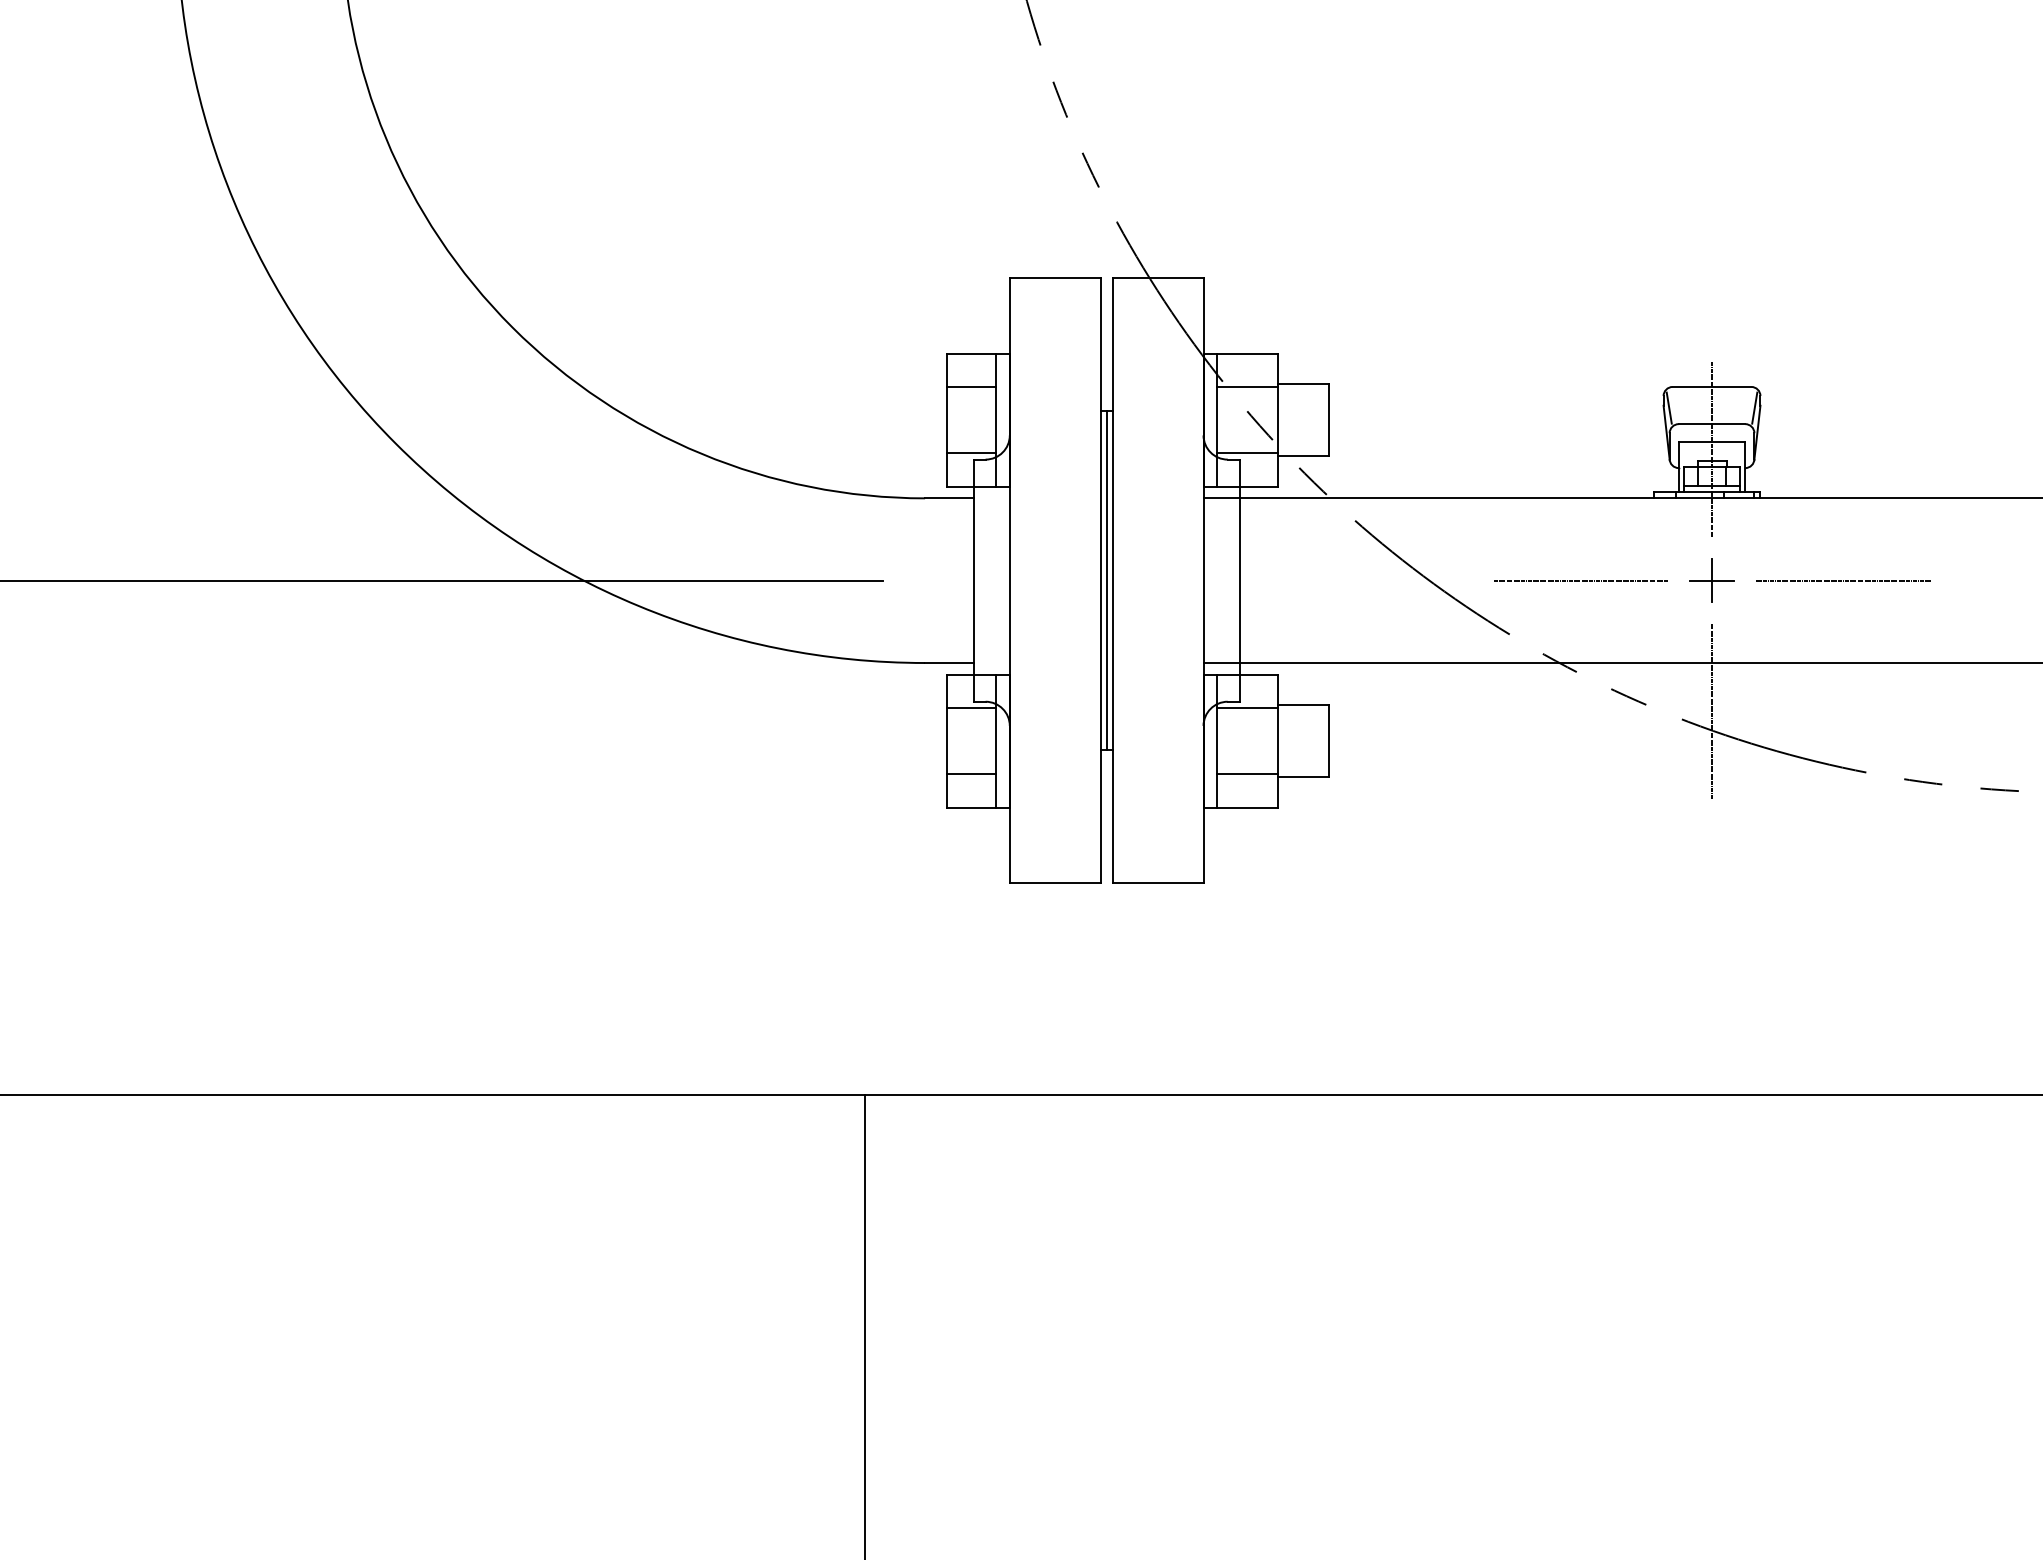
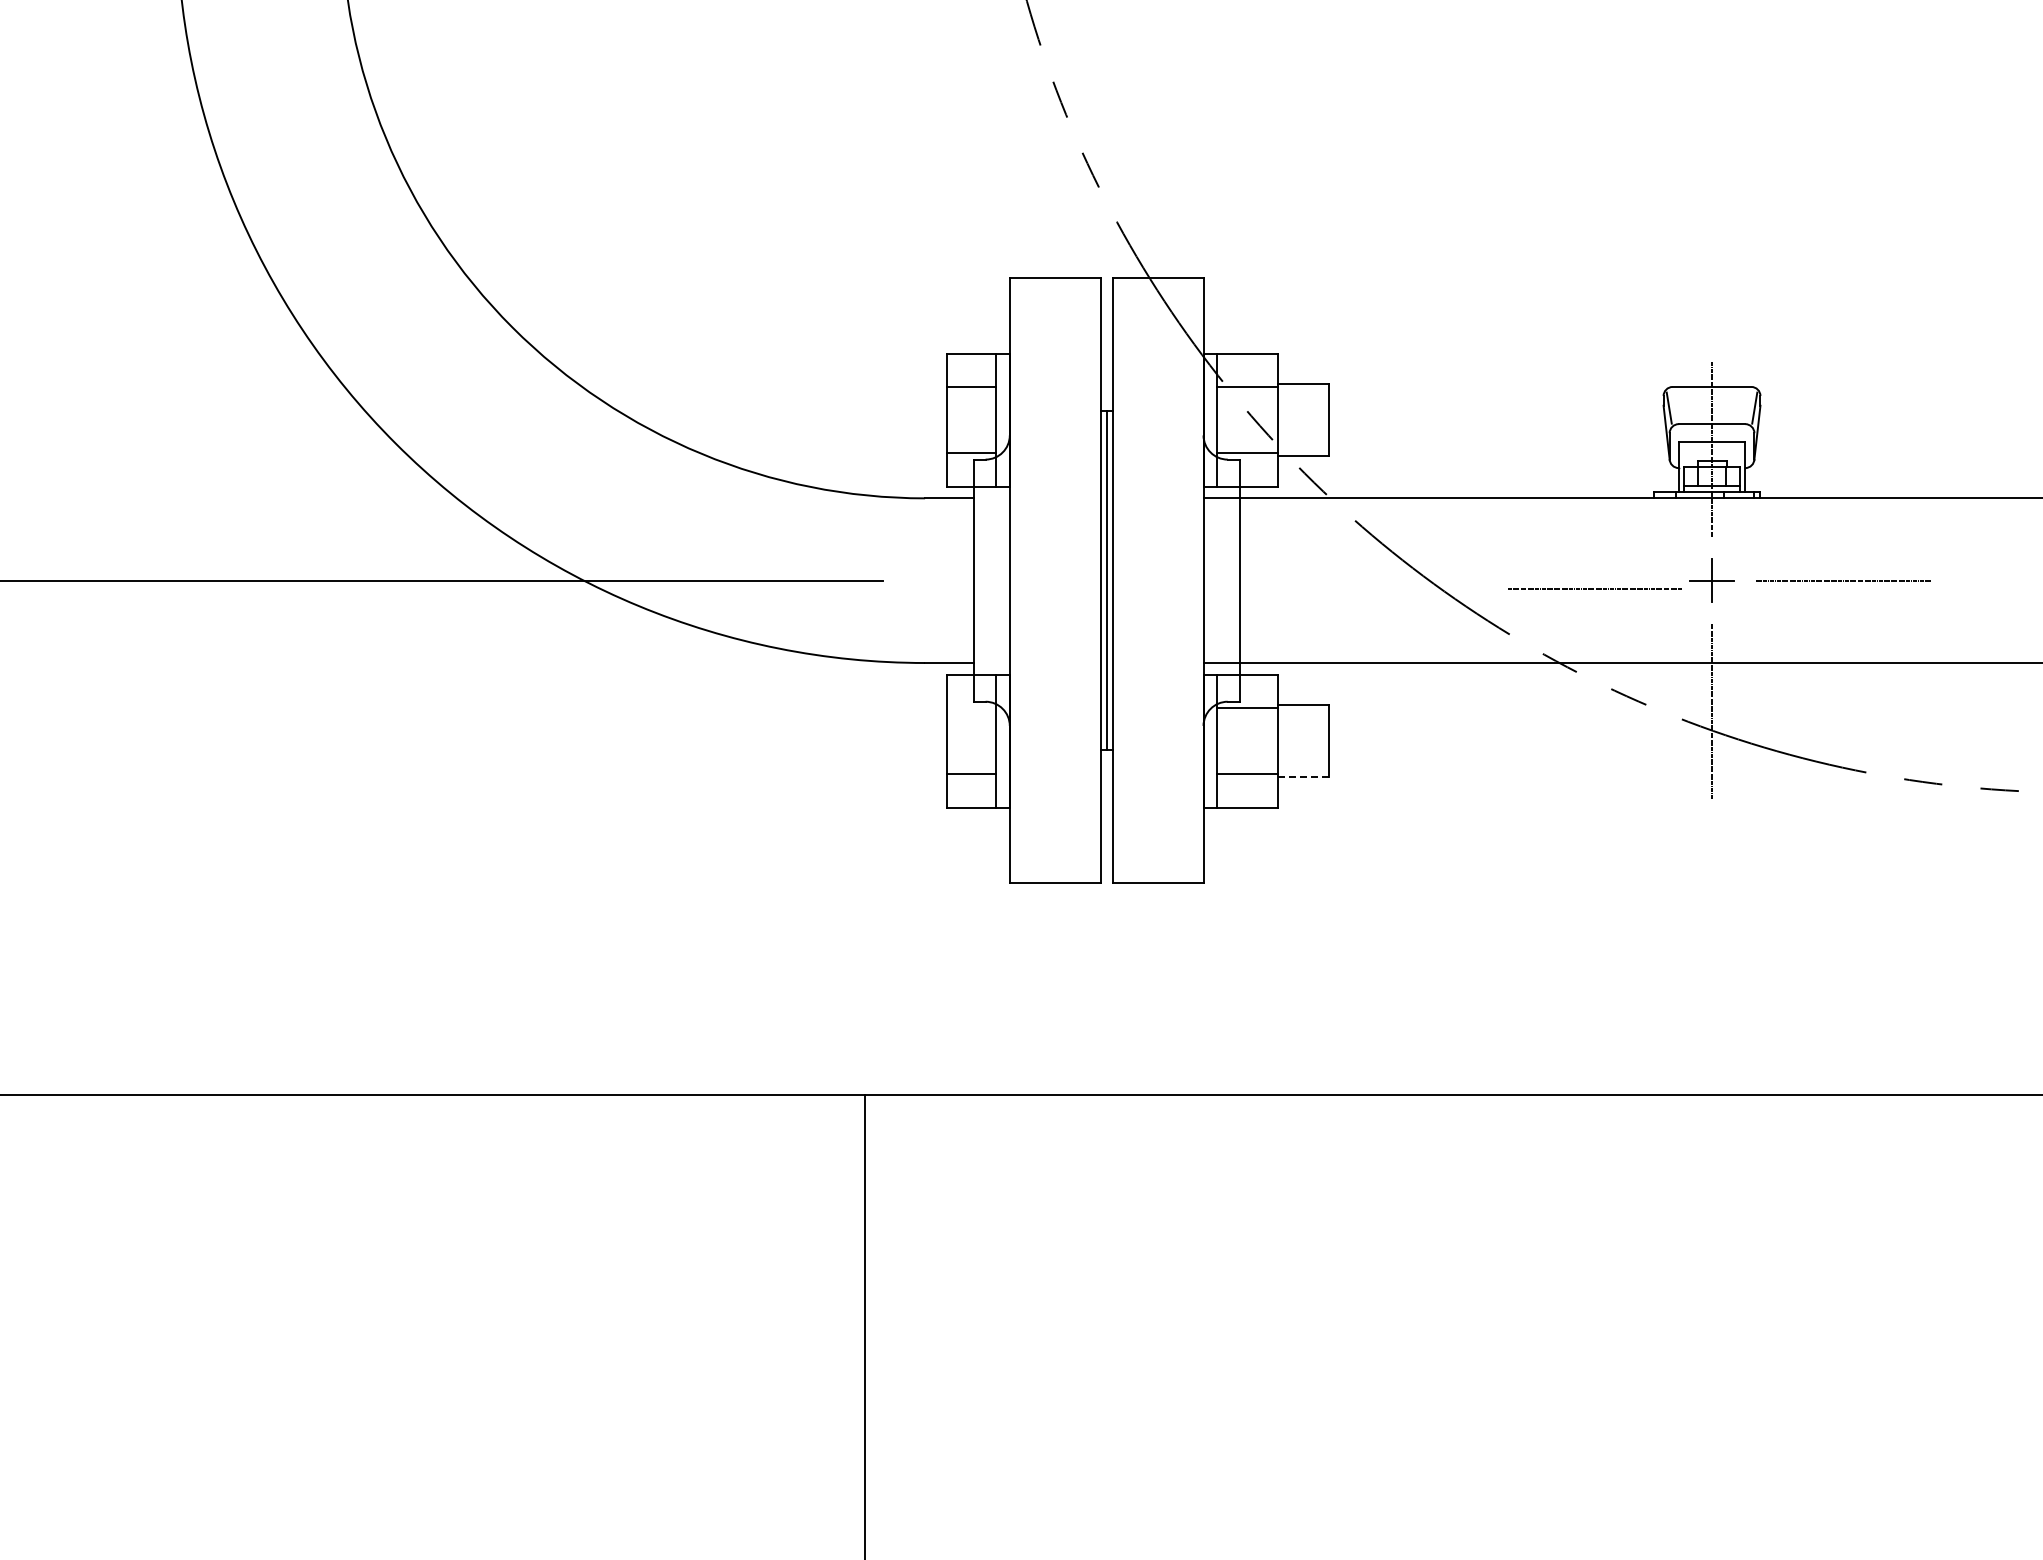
line at (1579, 580) position: (1579, 580) -> (1593, 588)
line at (971, 707): present -> none
line at (1302, 777): solid -> dashed
